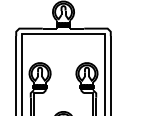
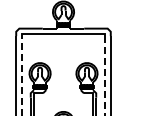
line at (21, 76): solid -> dashed
line at (105, 76): solid -> dashed
